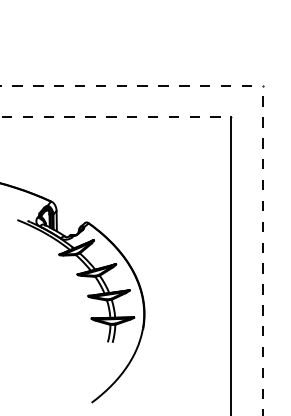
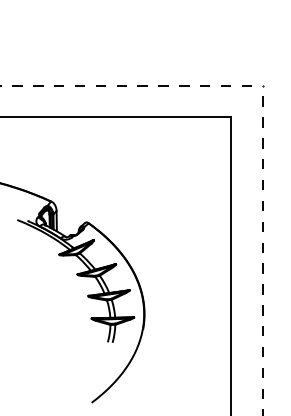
line at (116, 117): dashed -> solid
